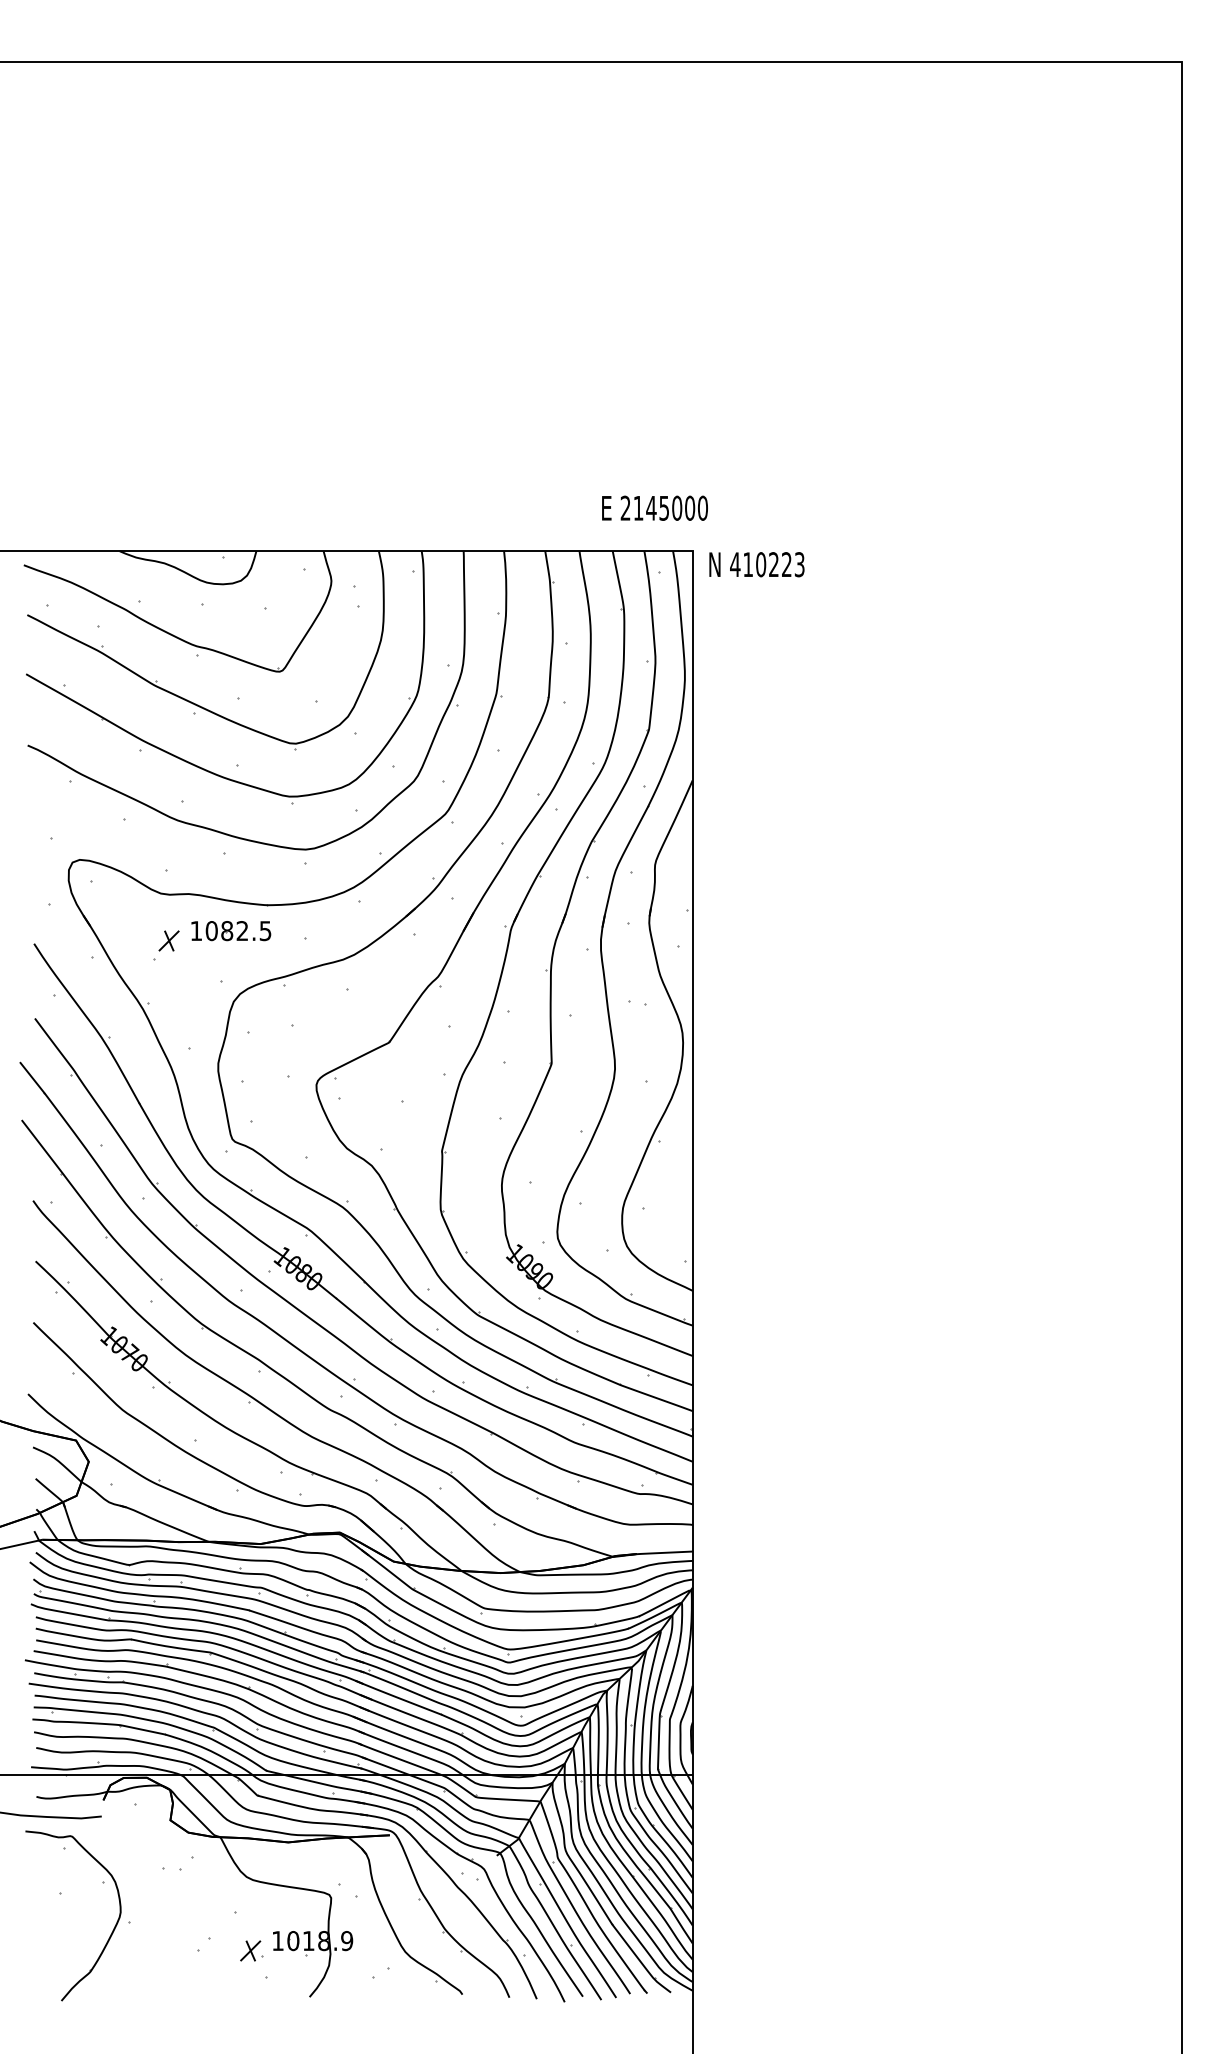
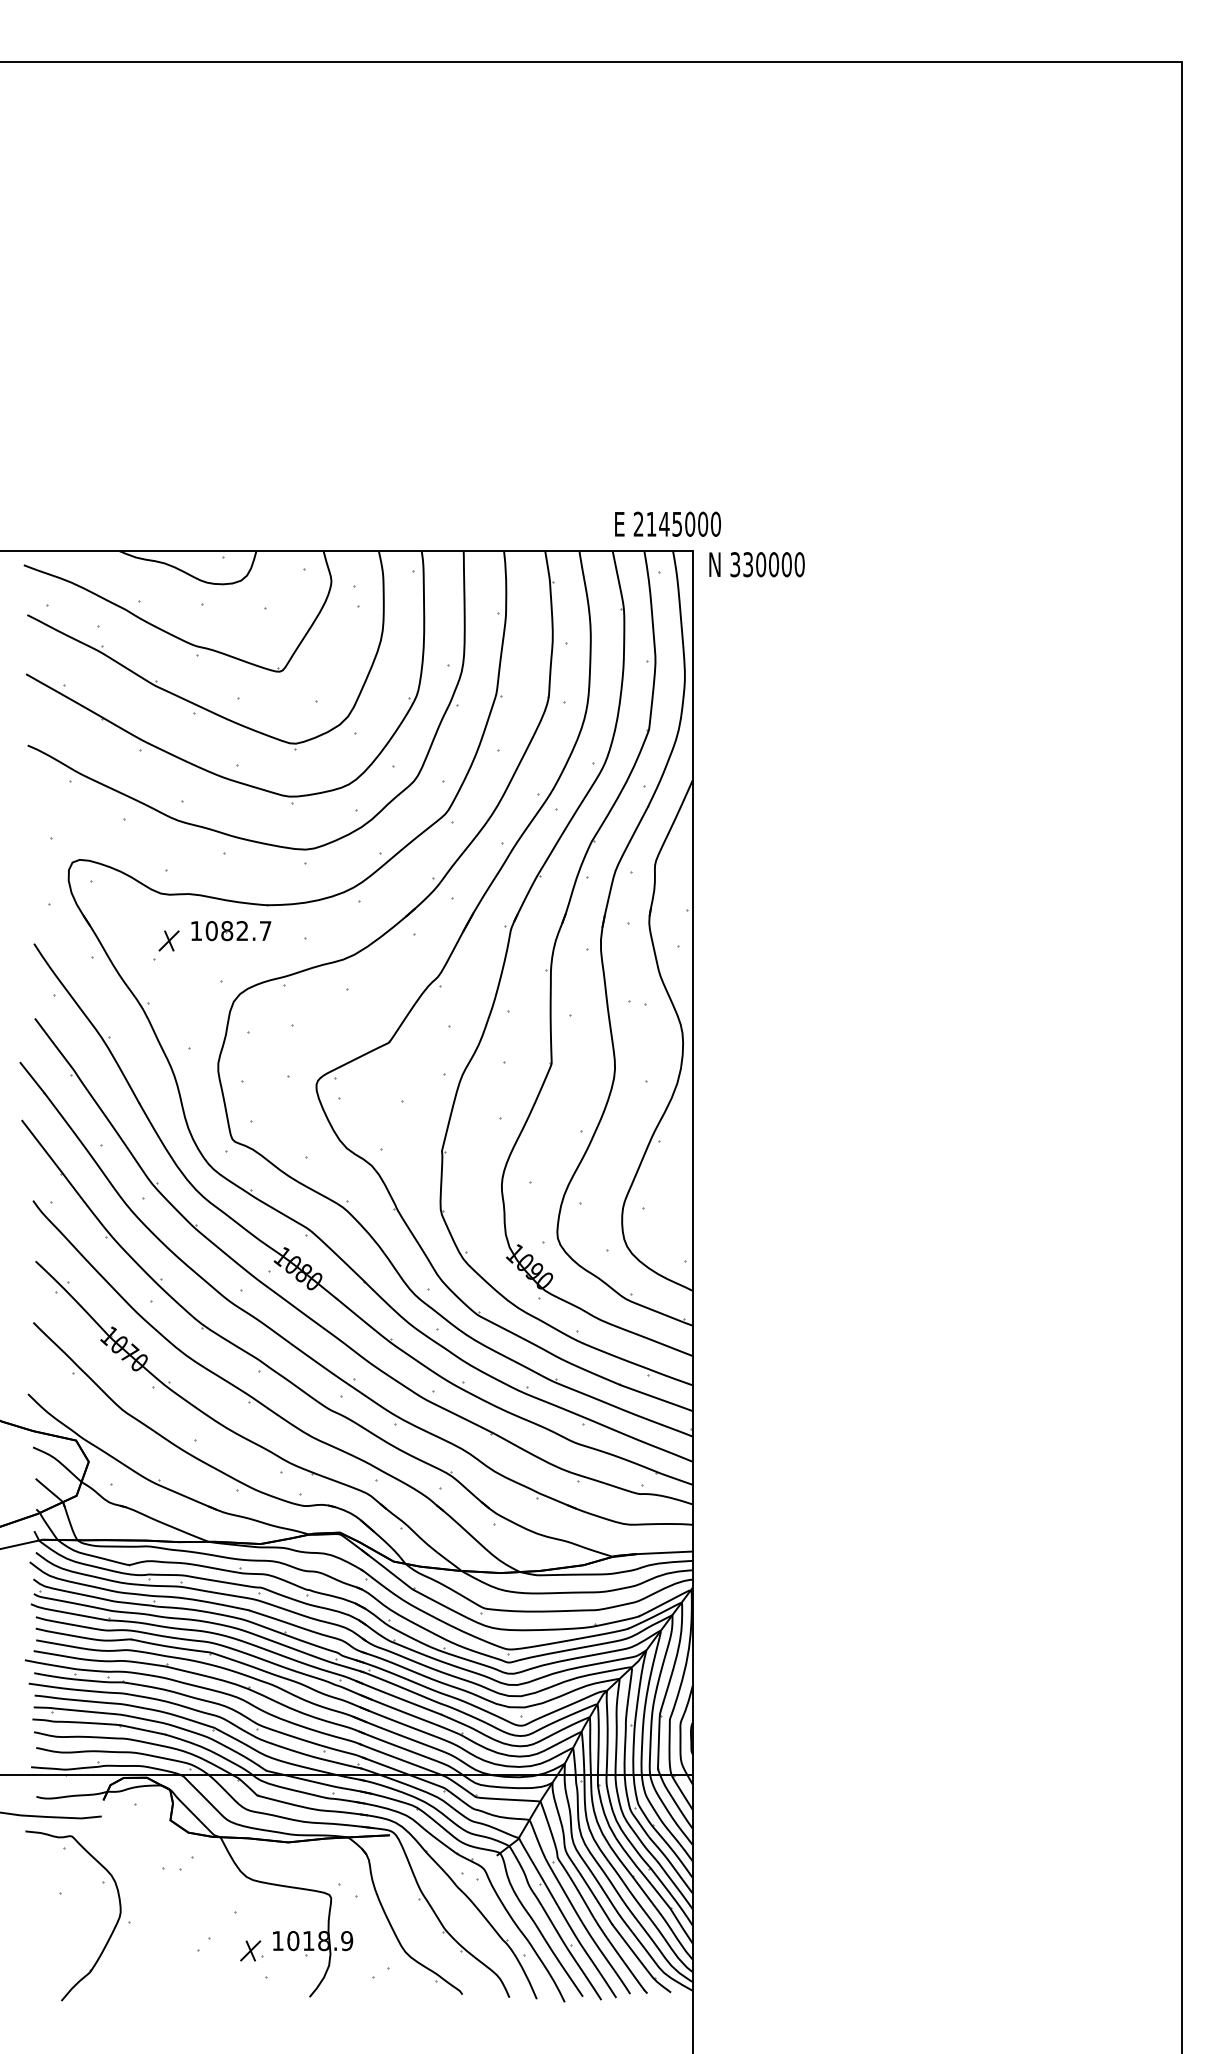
text at (654, 507) position: (654, 507) -> (667, 523)
text at (767, 564): 410223 -> 330000
text at (265, 931): 1082.5 -> 1082.7
